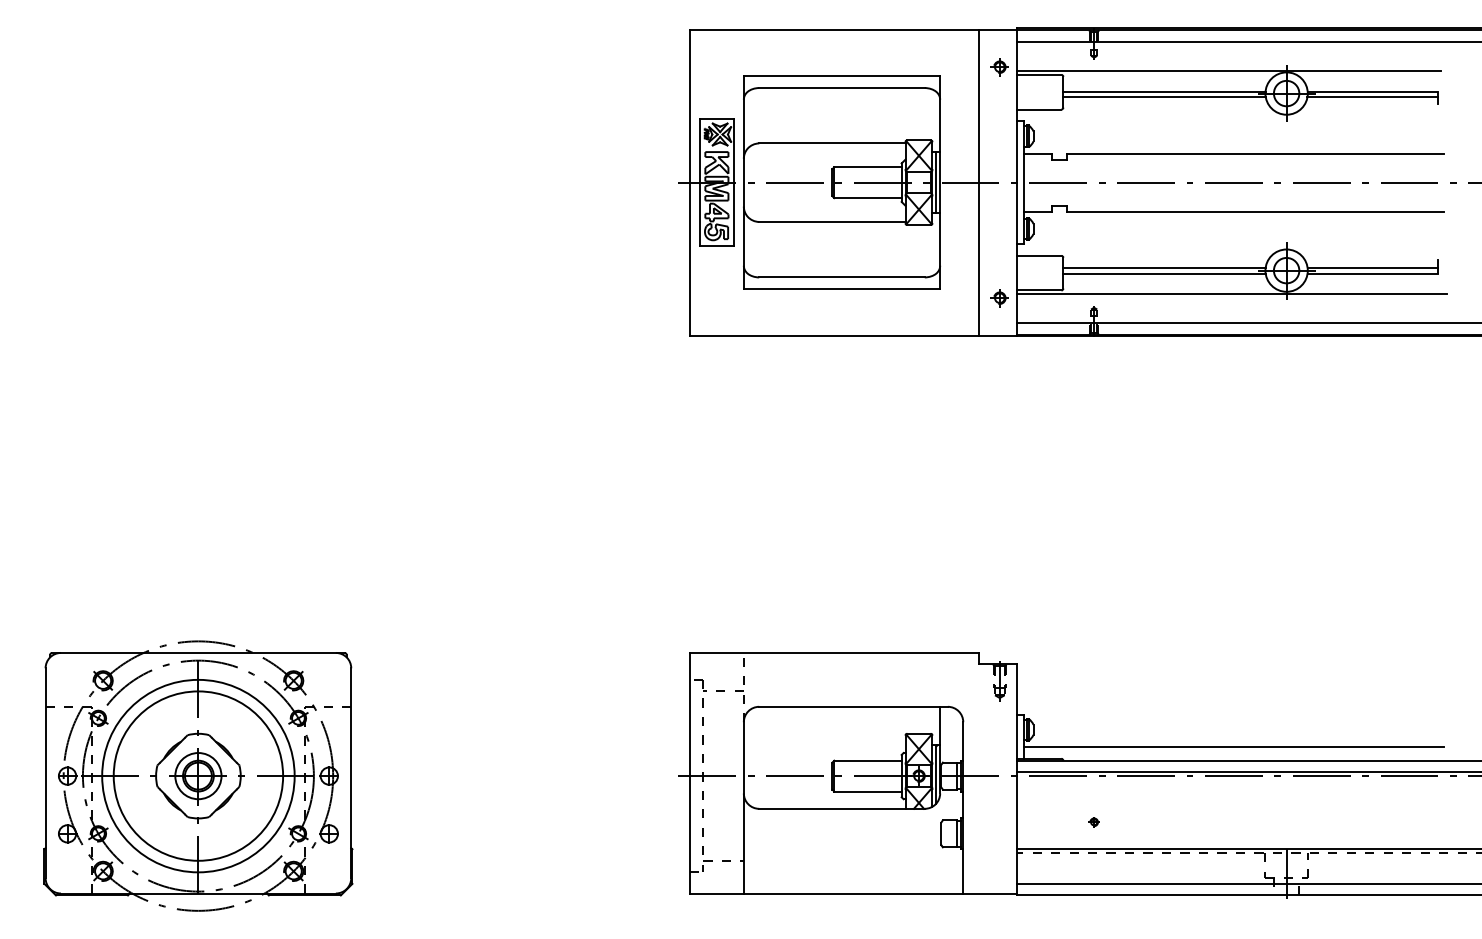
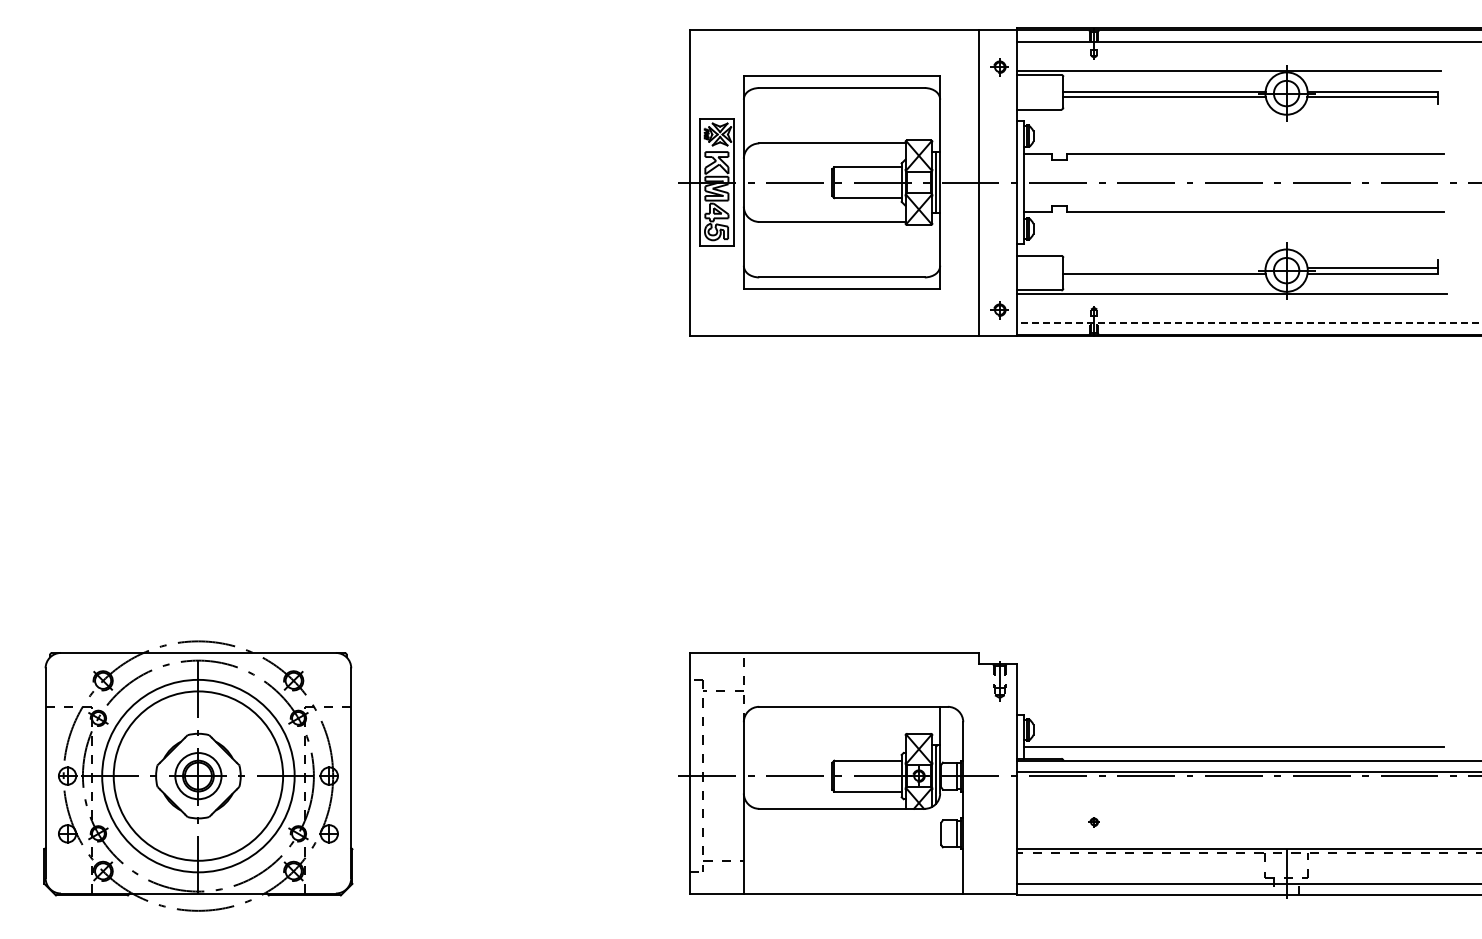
line at (1164, 268): present -> none
part at (999, 298) position: (999, 298) -> (999, 310)
line at (1249, 323): solid -> dashed
